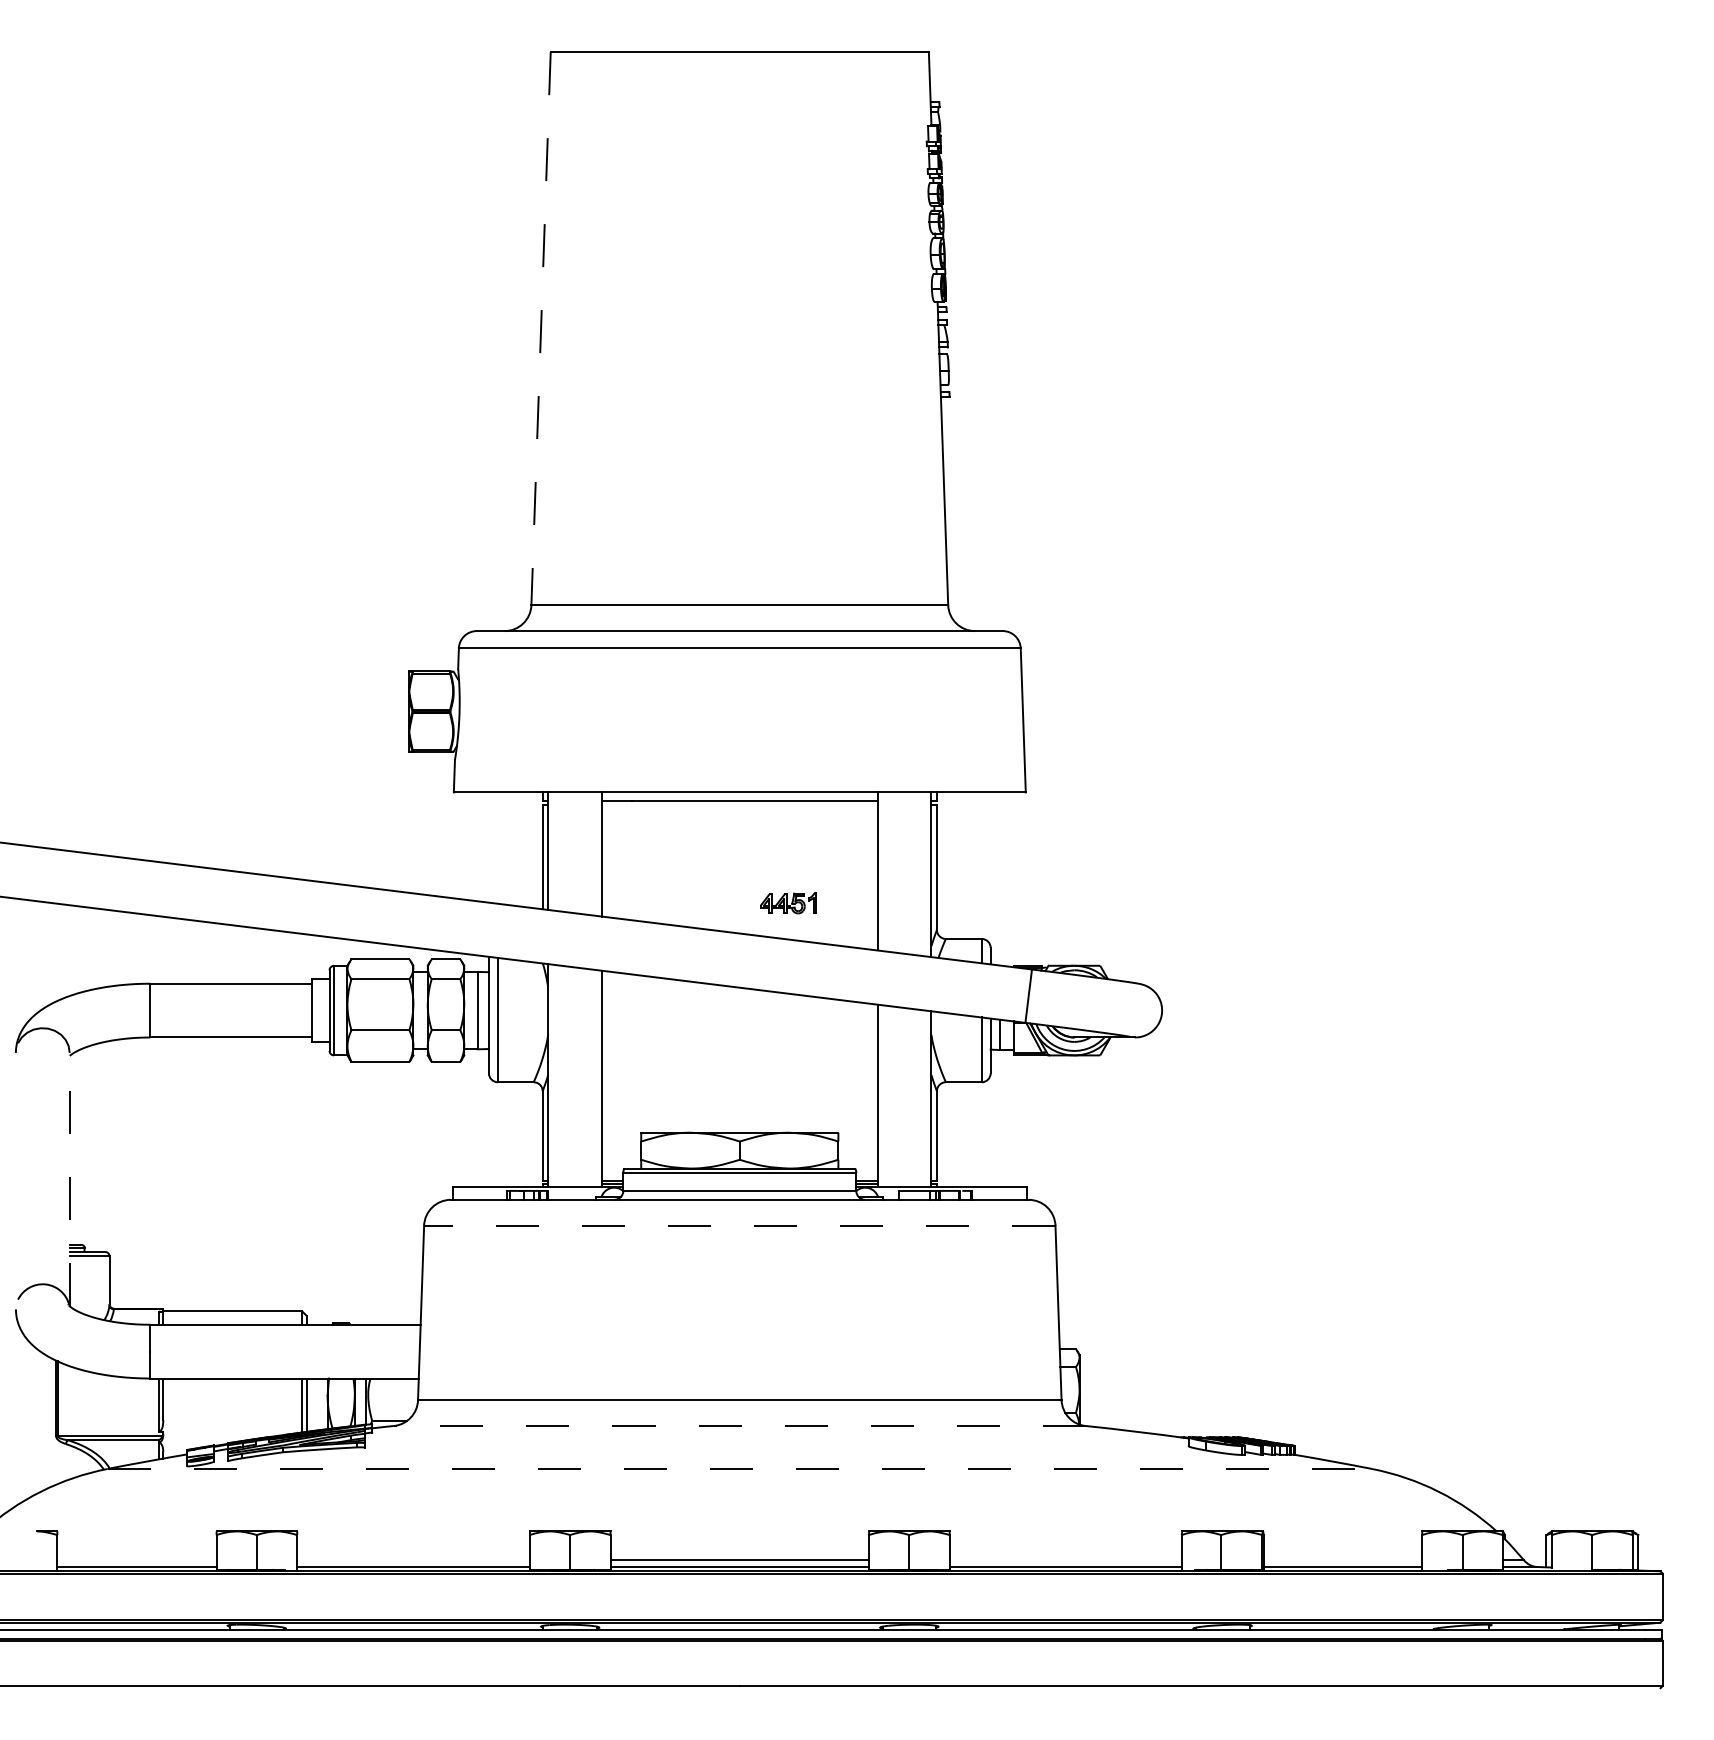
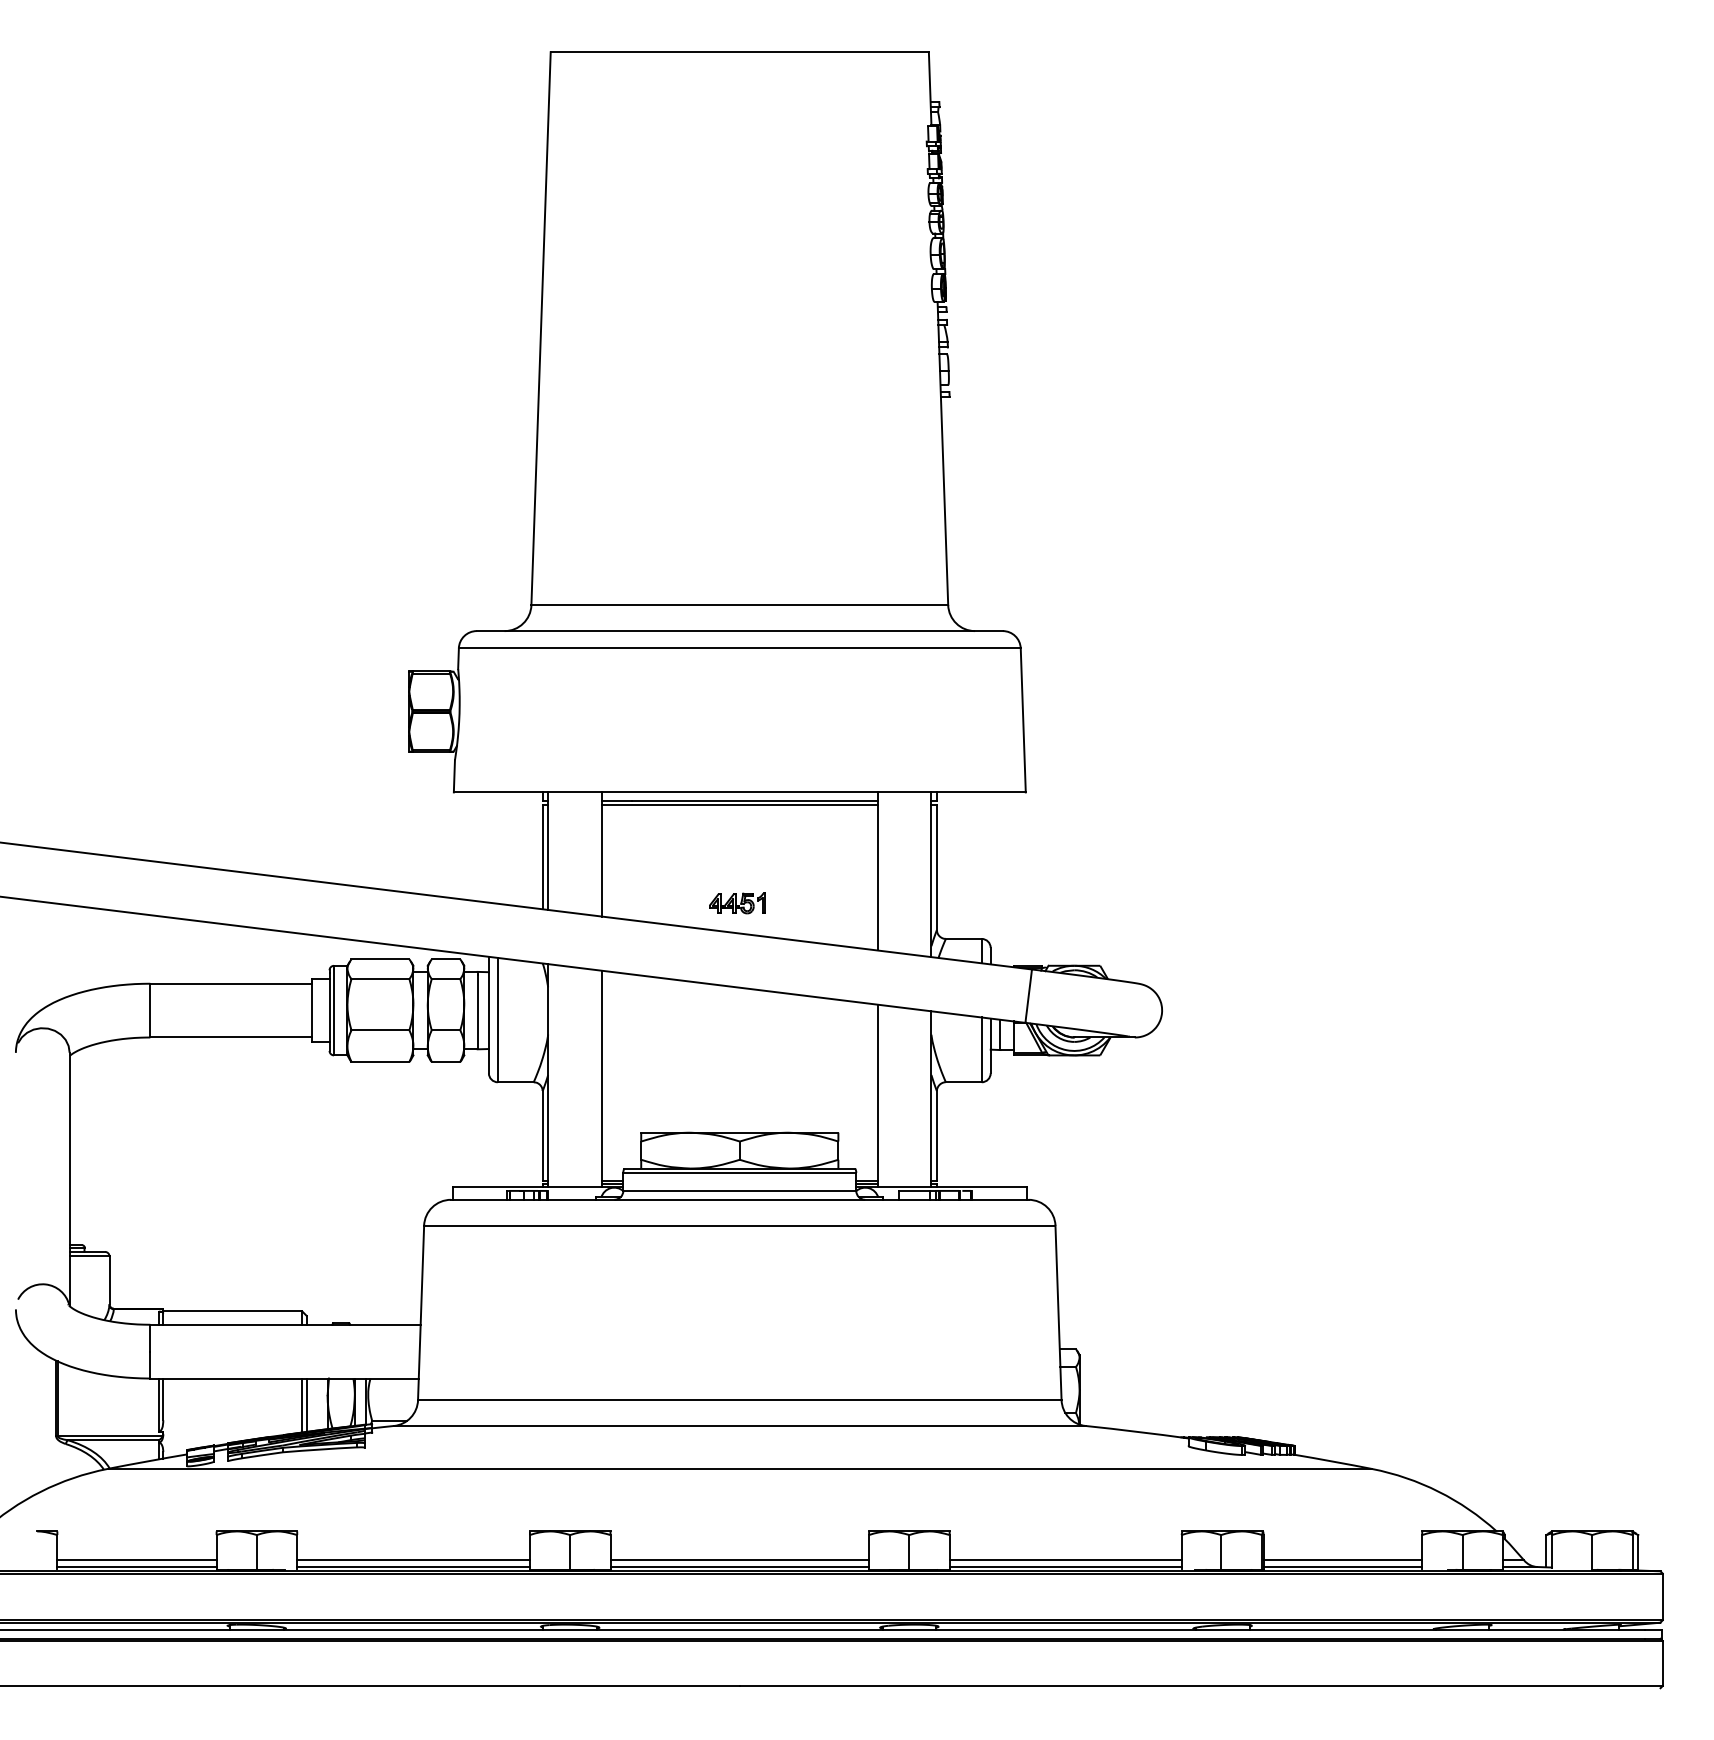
line at (541, 328): dashed -> solid
line at (739, 804): none -> present
part at (788, 903) position: (788, 903) -> (737, 903)
line at (69, 1179): dashed -> solid
line at (739, 1225): dashed -> solid
line at (739, 1425): dashed -> solid
line at (740, 1468): dashed -> solid
line at (136, 1560): none -> present
line at (413, 1560): none -> present
line at (1065, 1560): none -> present
line at (1342, 1560): none -> present
